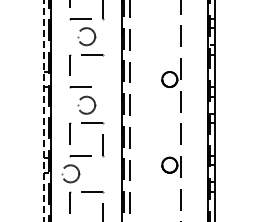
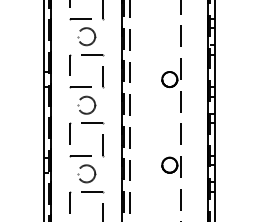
line at (103, 77): none -> present
line at (43, 110): dashed -> solid
part at (70, 166) position: (70, 166) -> (86, 166)
